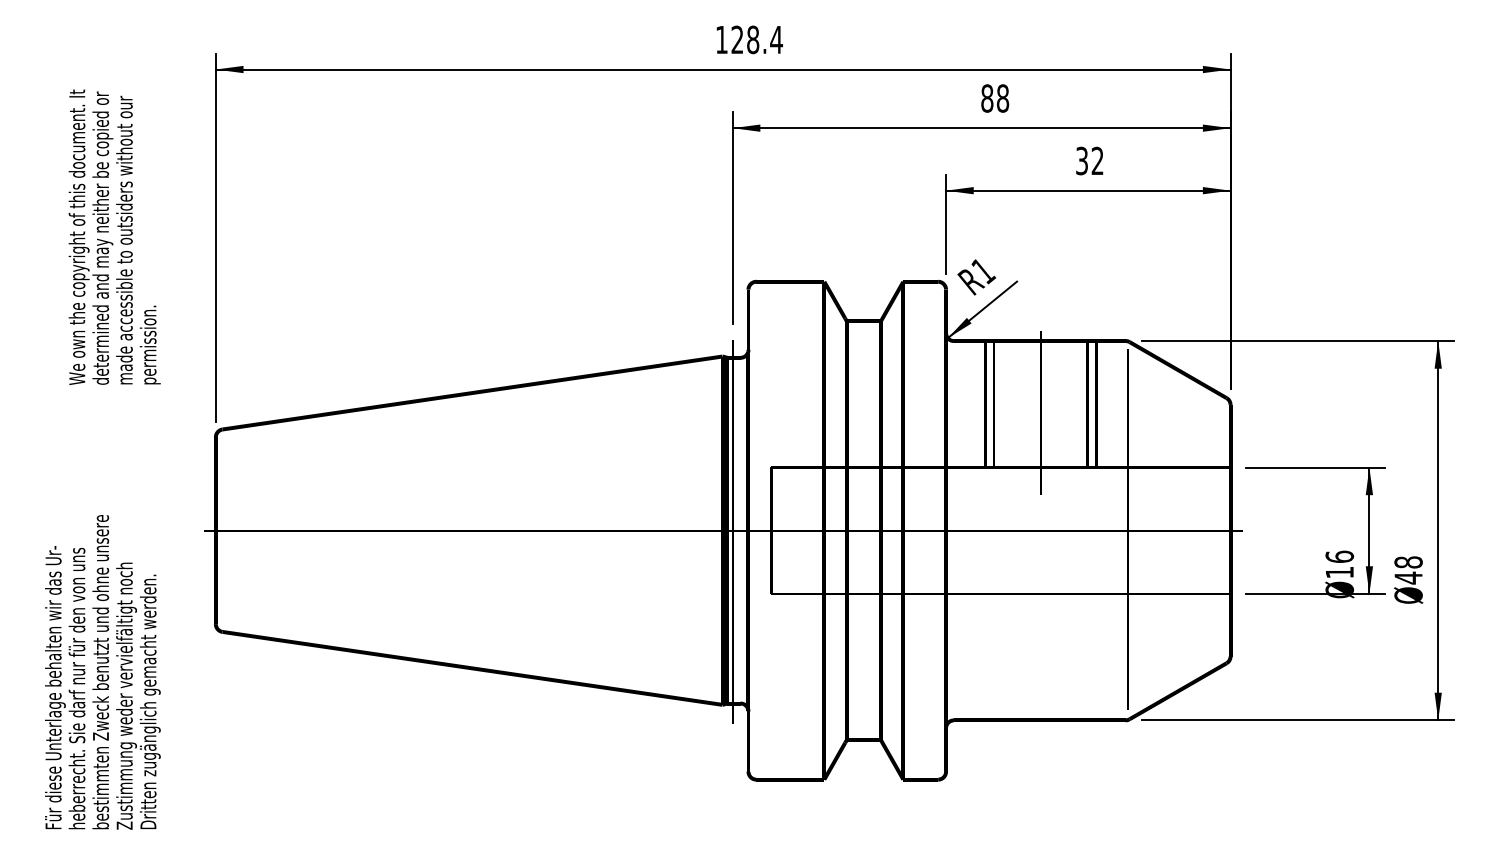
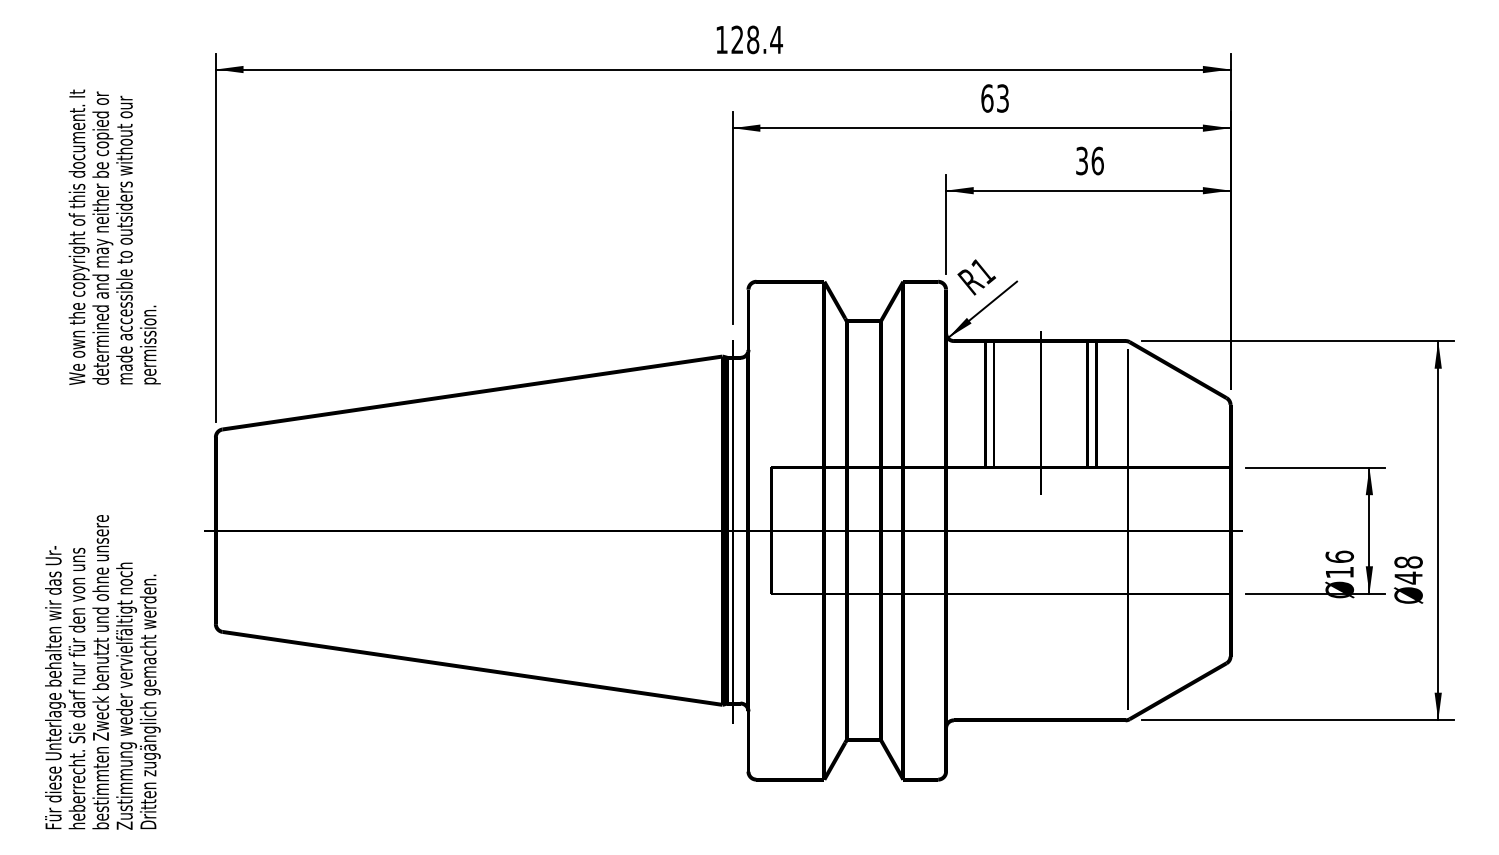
text at (995, 98): 88 -> 63
text at (1097, 160): 32 -> 36
